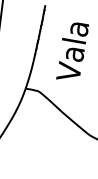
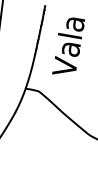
text at (72, 50) position: (72, 50) -> (68, 45)
